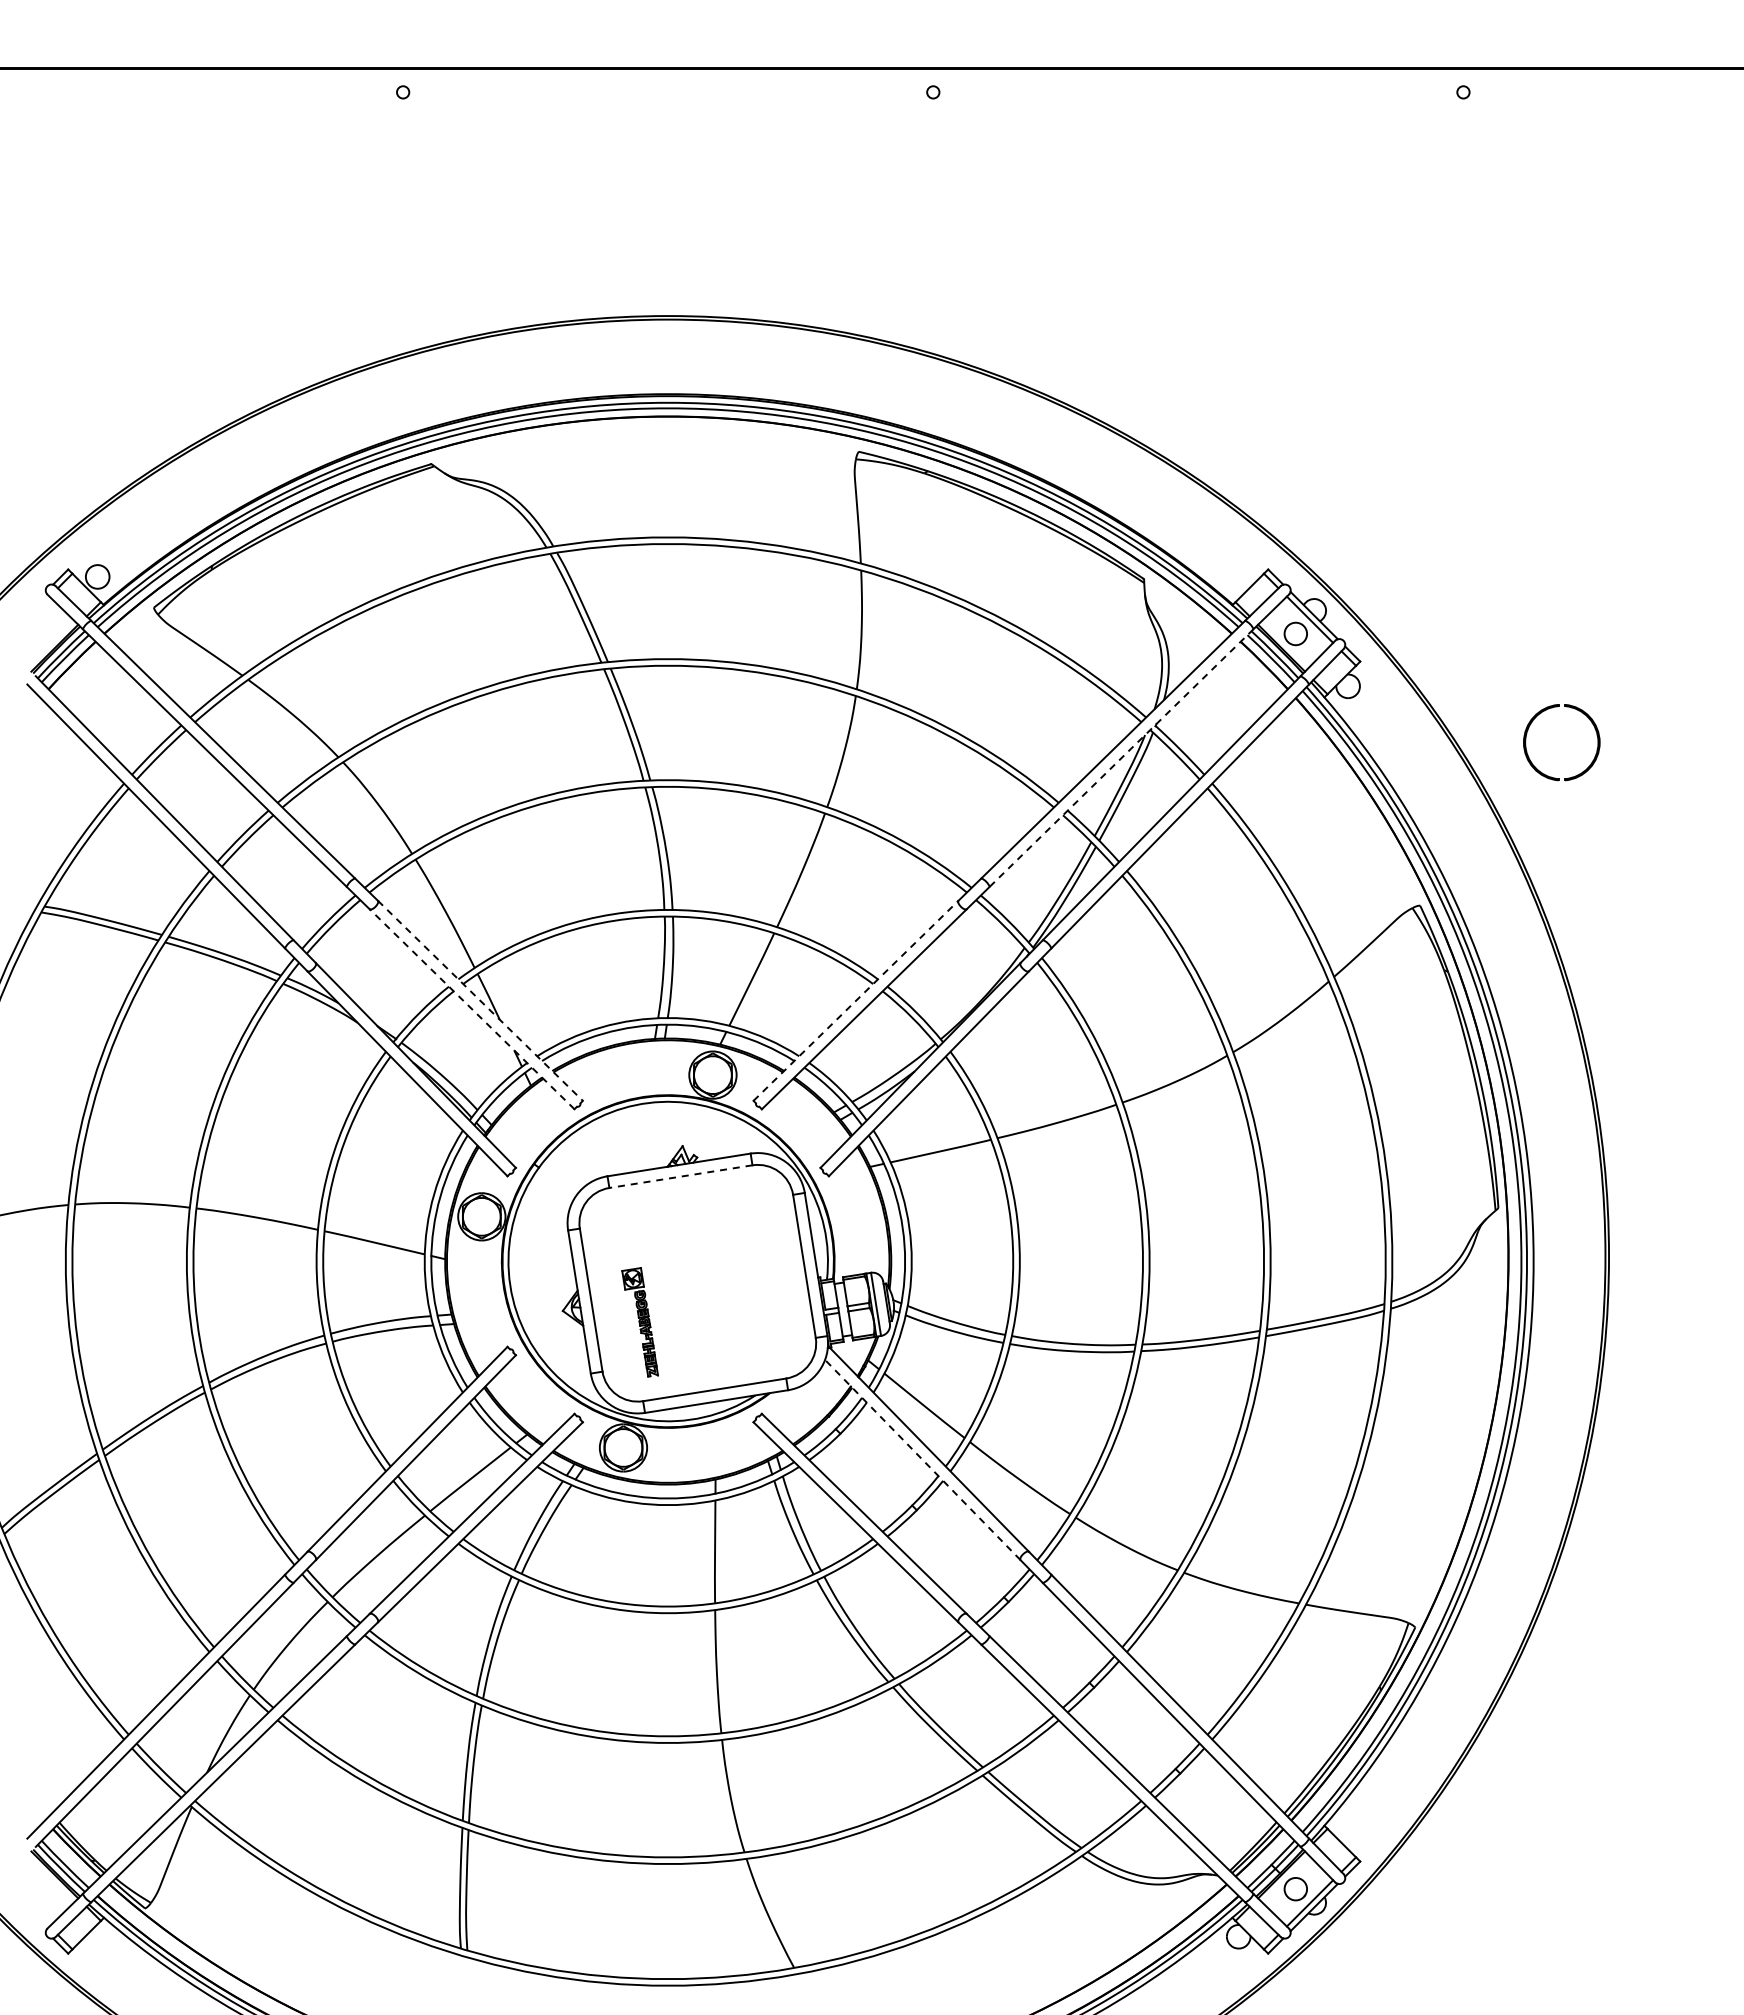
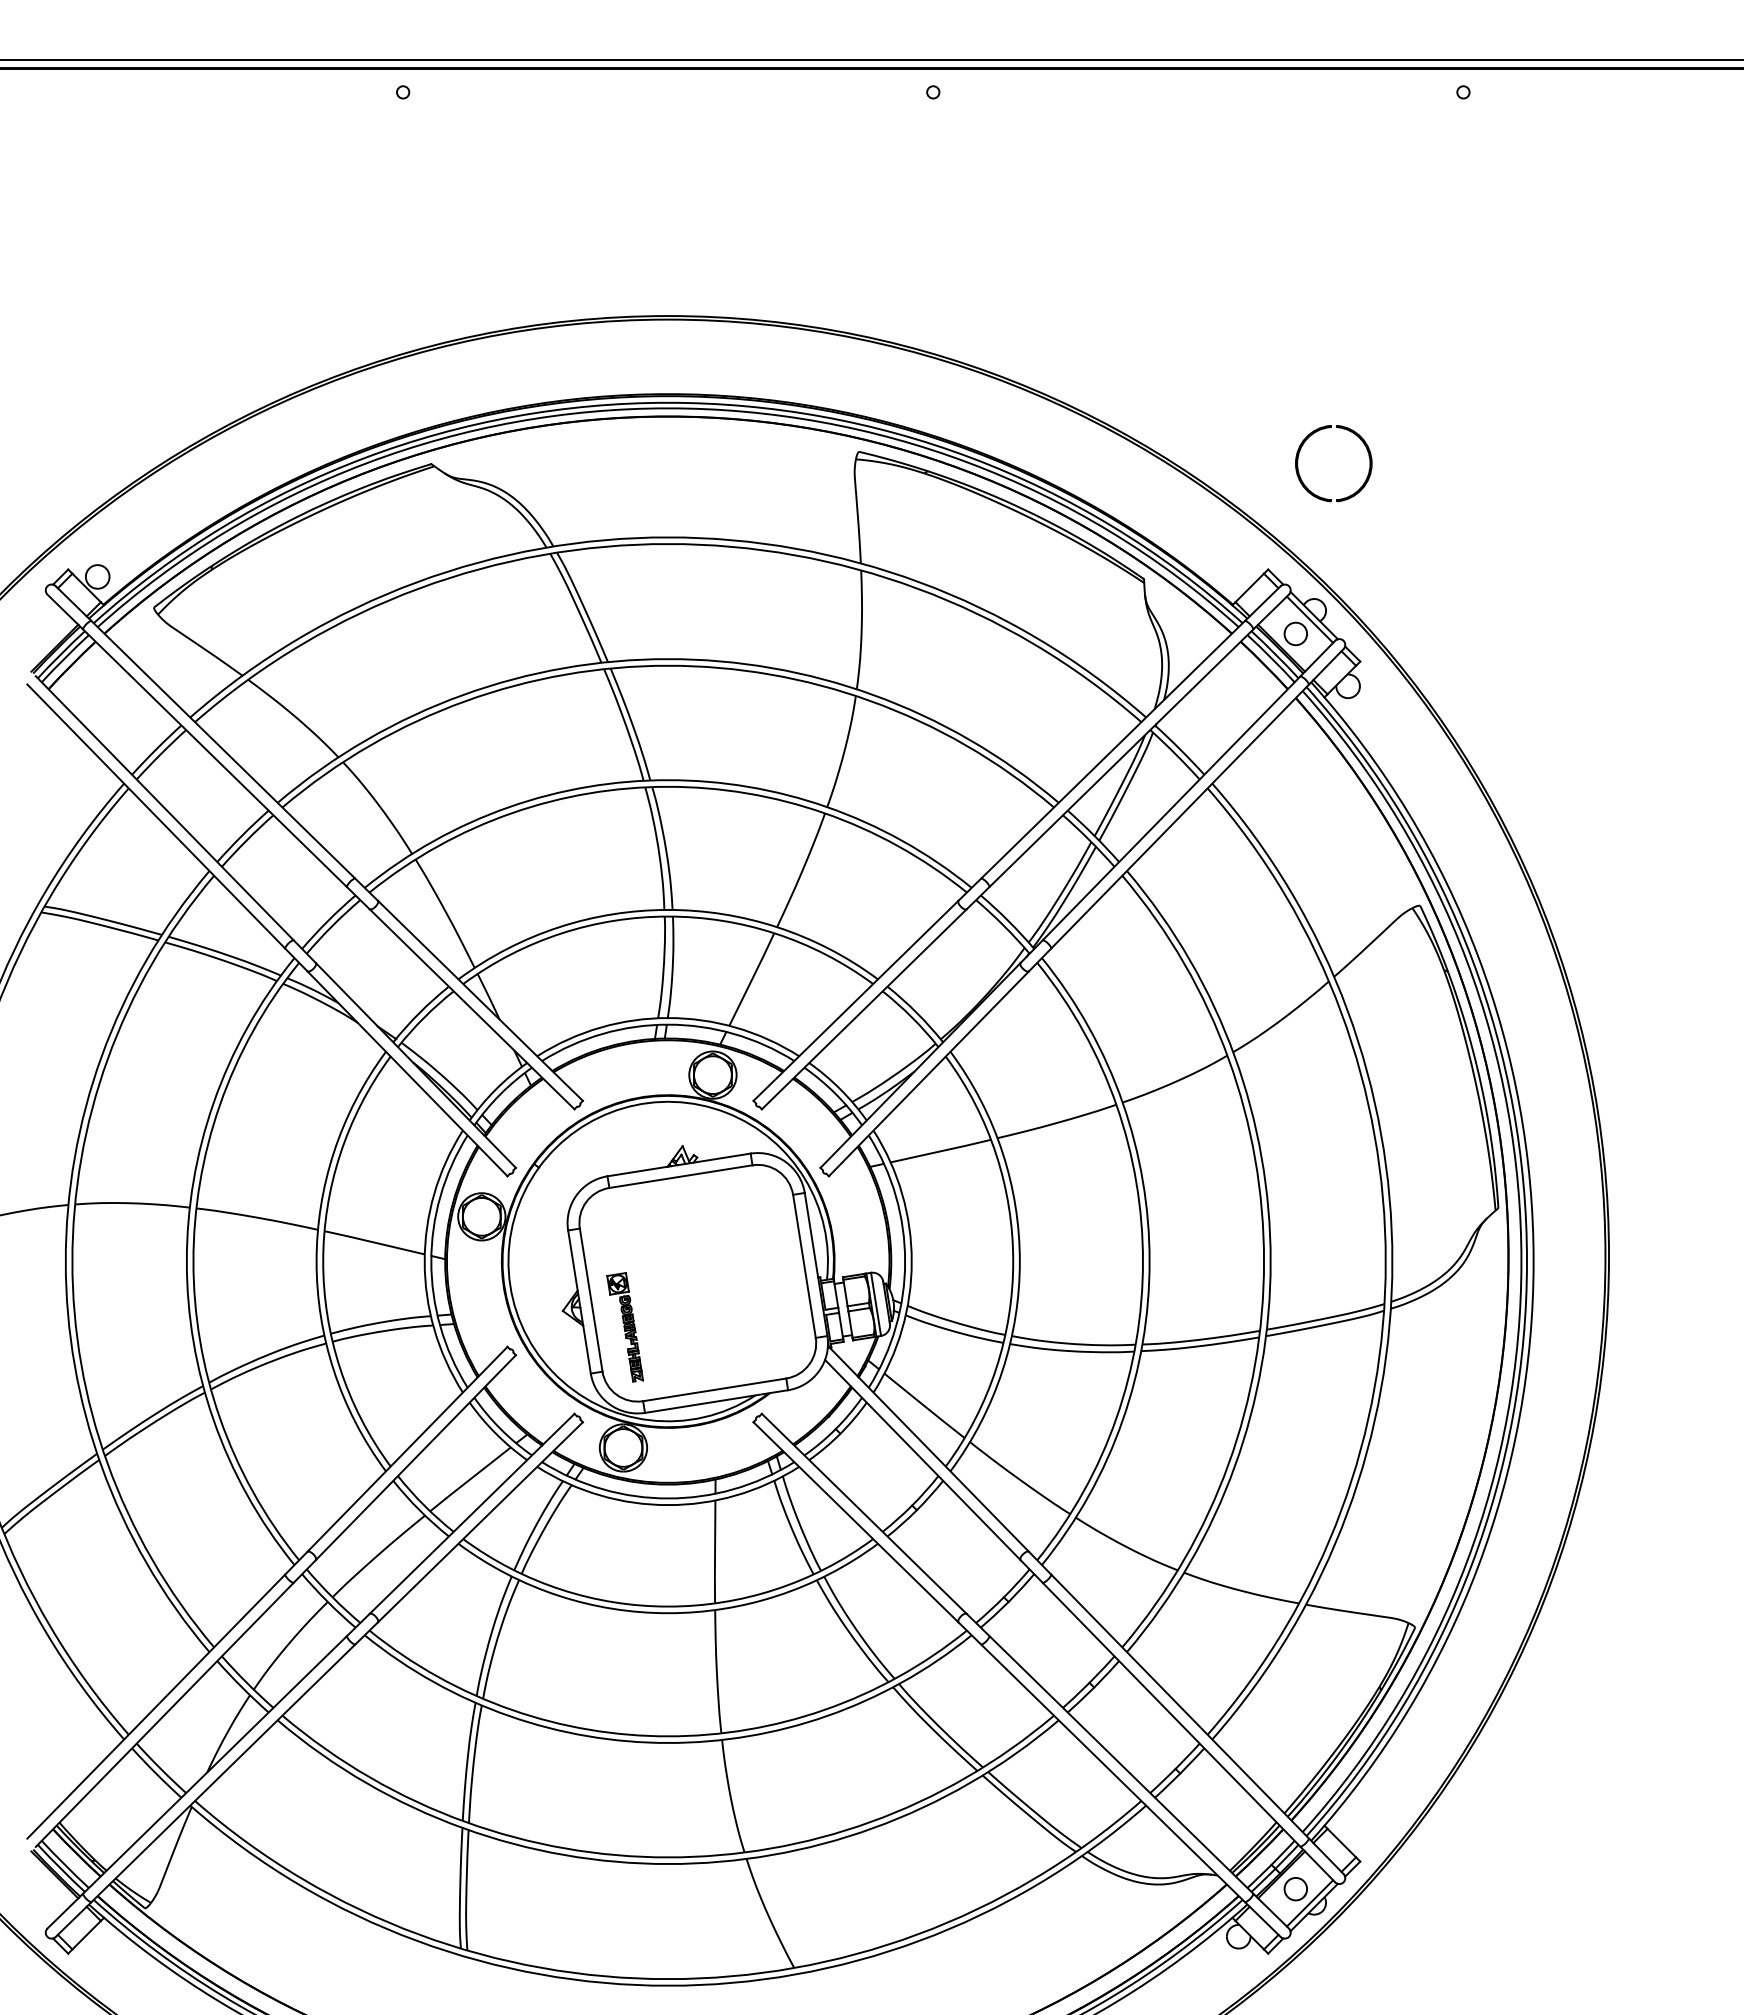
line at (871, 60): none -> present
part at (1531, 724) position: (1531, 724) -> (1303, 445)
line at (1121, 758): dashed -> solid
line at (856, 1000): dashed -> solid
line at (480, 1001): dashed -> solid
line at (471, 1008): dashed -> solid
line at (680, 1176): dashed -> solid
part at (639, 1322) position: (639, 1322) -> (624, 1327)
line at (922, 1460): dashed -> solid
